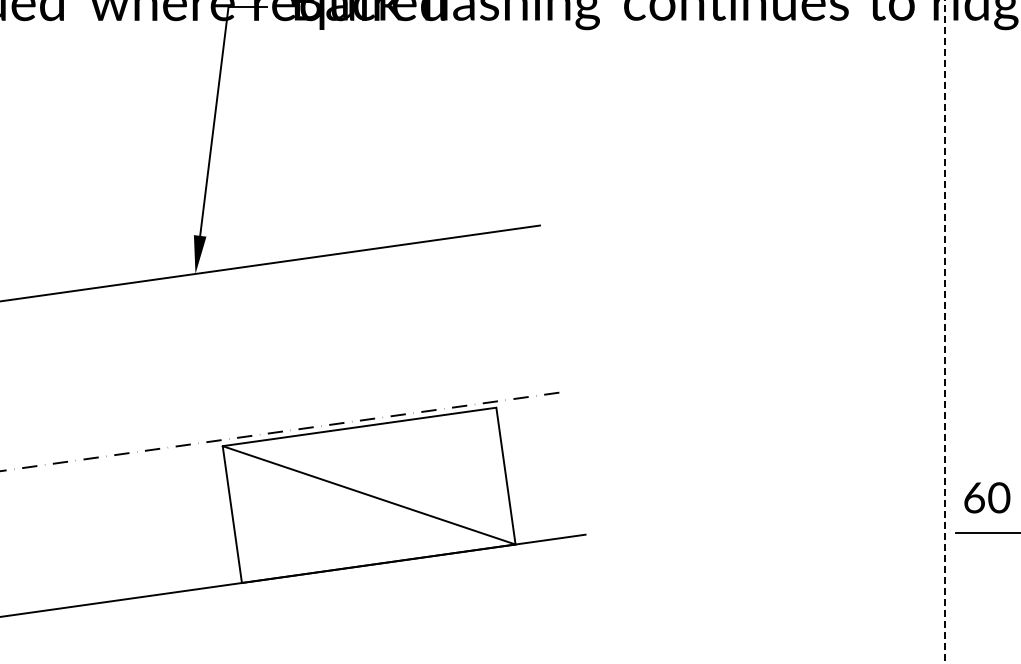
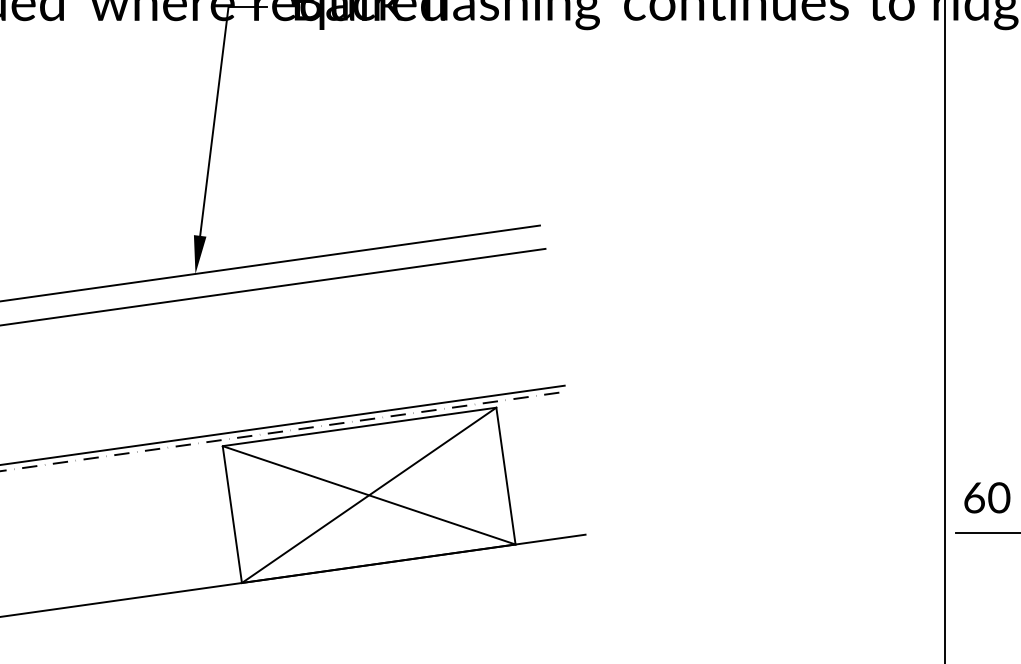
line at (273, 286): none -> present
line at (944, 331): dashed -> solid
line at (283, 424): none -> present
line at (368, 494): none -> present
